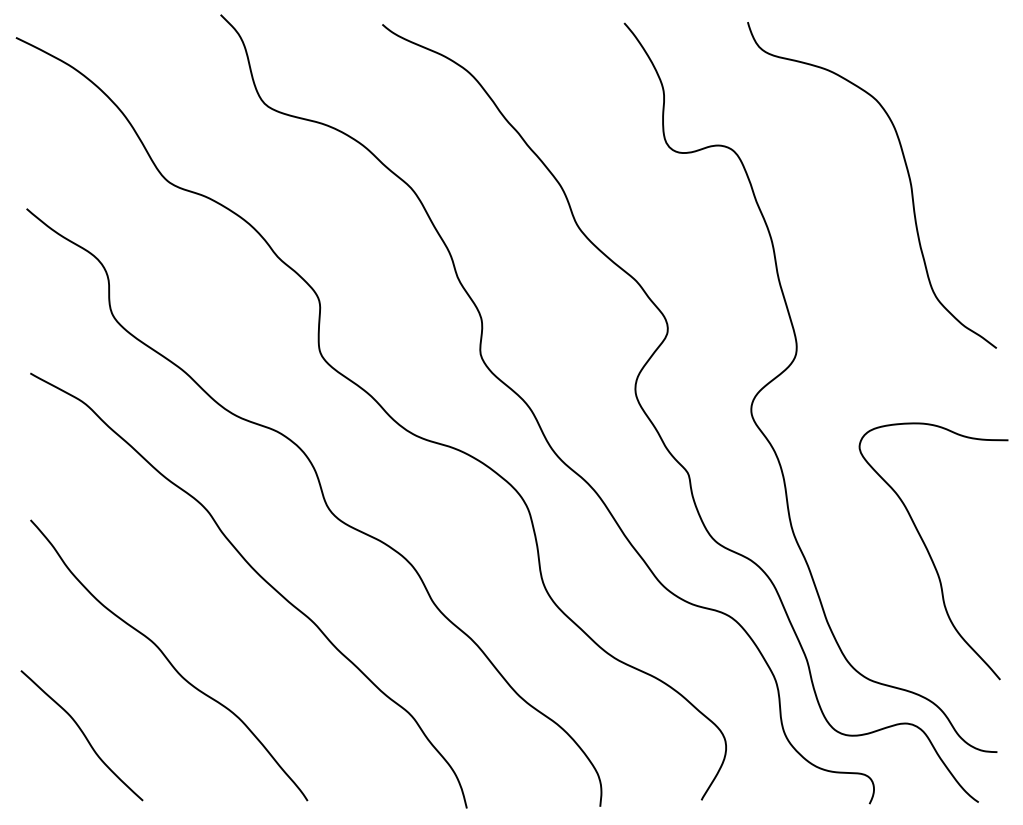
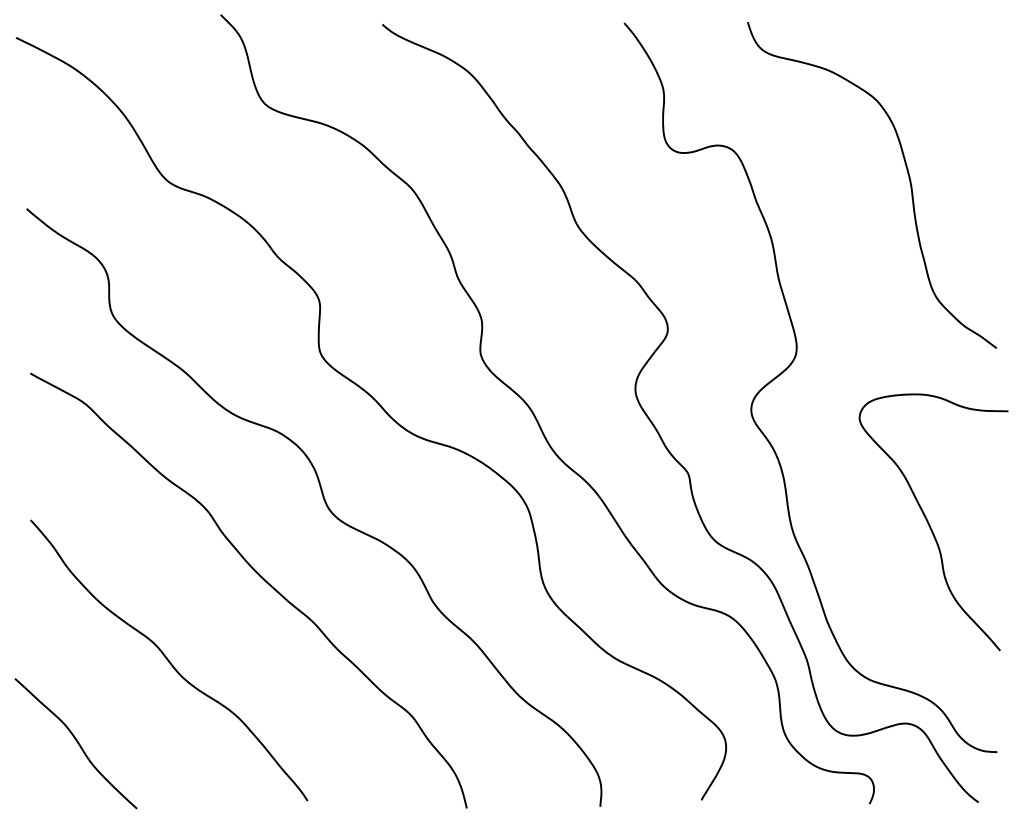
curve at (929, 551) position: (929, 551) -> (929, 522)
curve at (82, 734) position: (82, 734) -> (76, 742)
